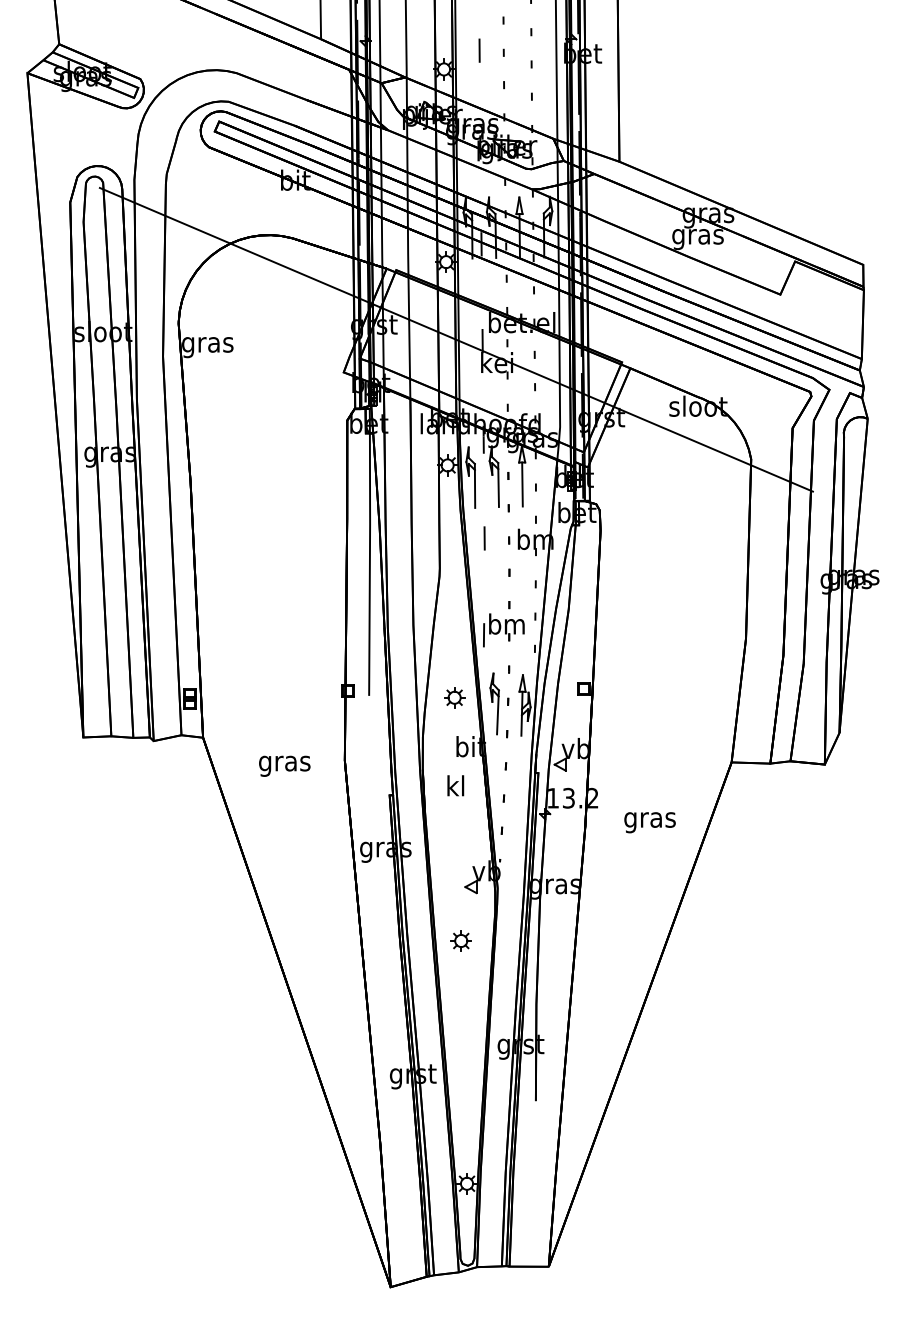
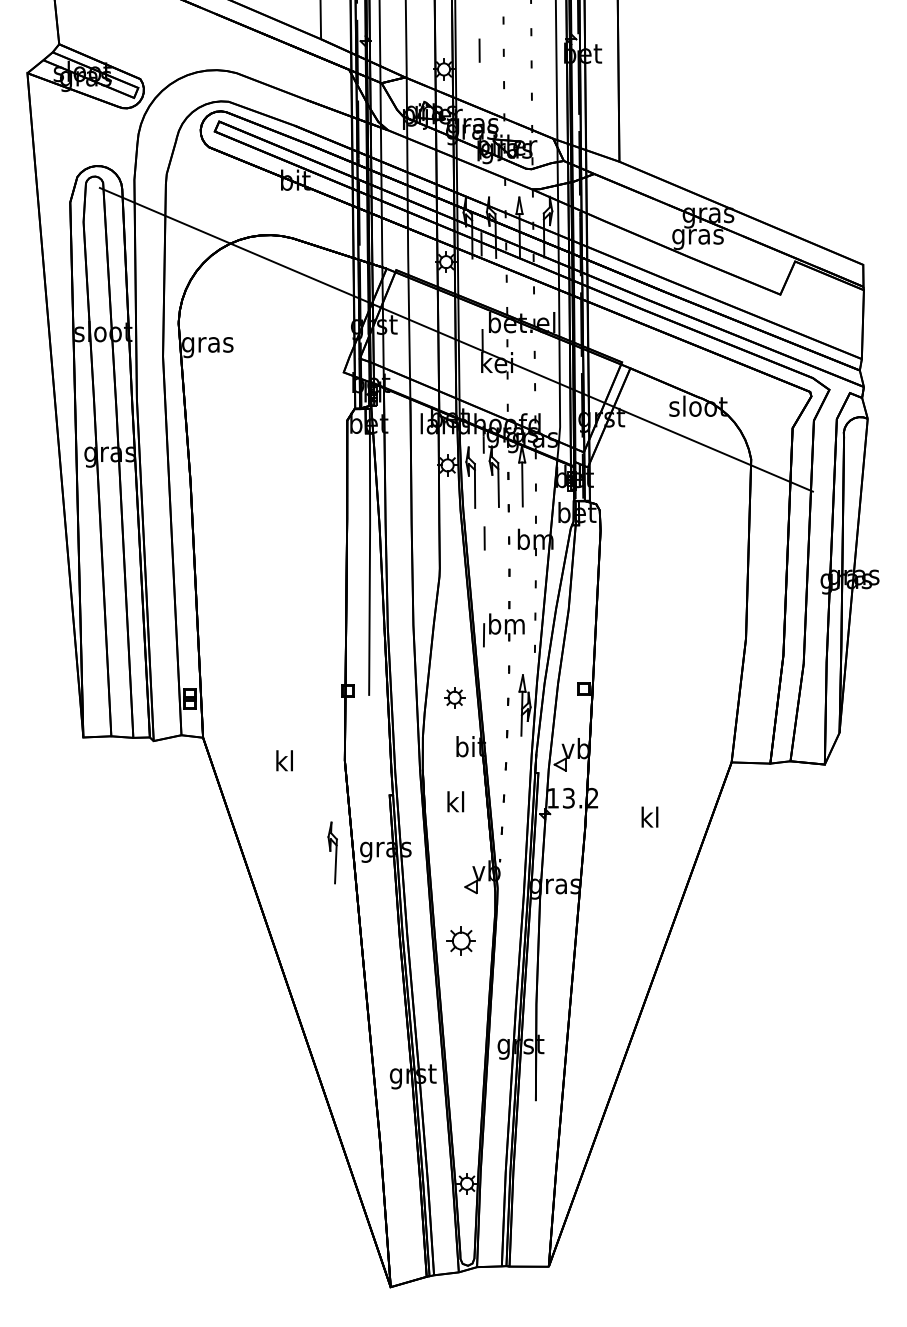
part at (494, 703) position: (494, 703) -> (332, 852)
text at (284, 763): gras -> kl
text at (455, 785) position: (455, 785) -> (455, 801)
text at (649, 819): gras -> kl
part at (460, 940) size: 22x22 px -> 30x30 px
